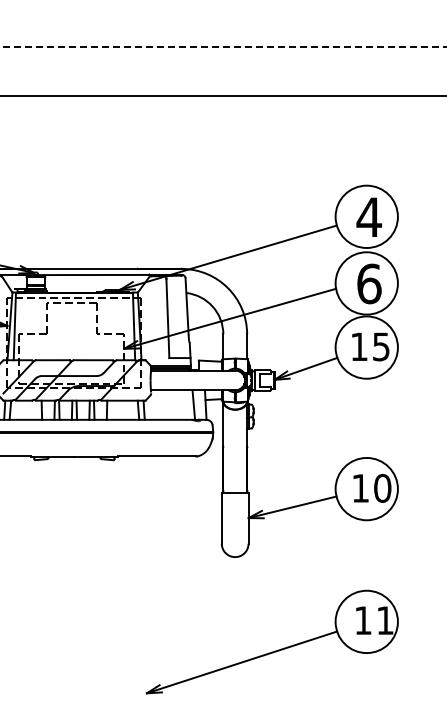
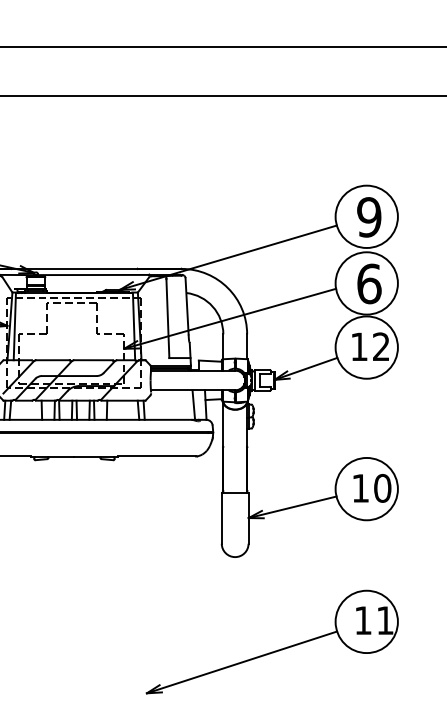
line at (223, 46): dashed -> solid
text at (369, 217): 4 -> 9
text at (381, 346): 15 -> 12
